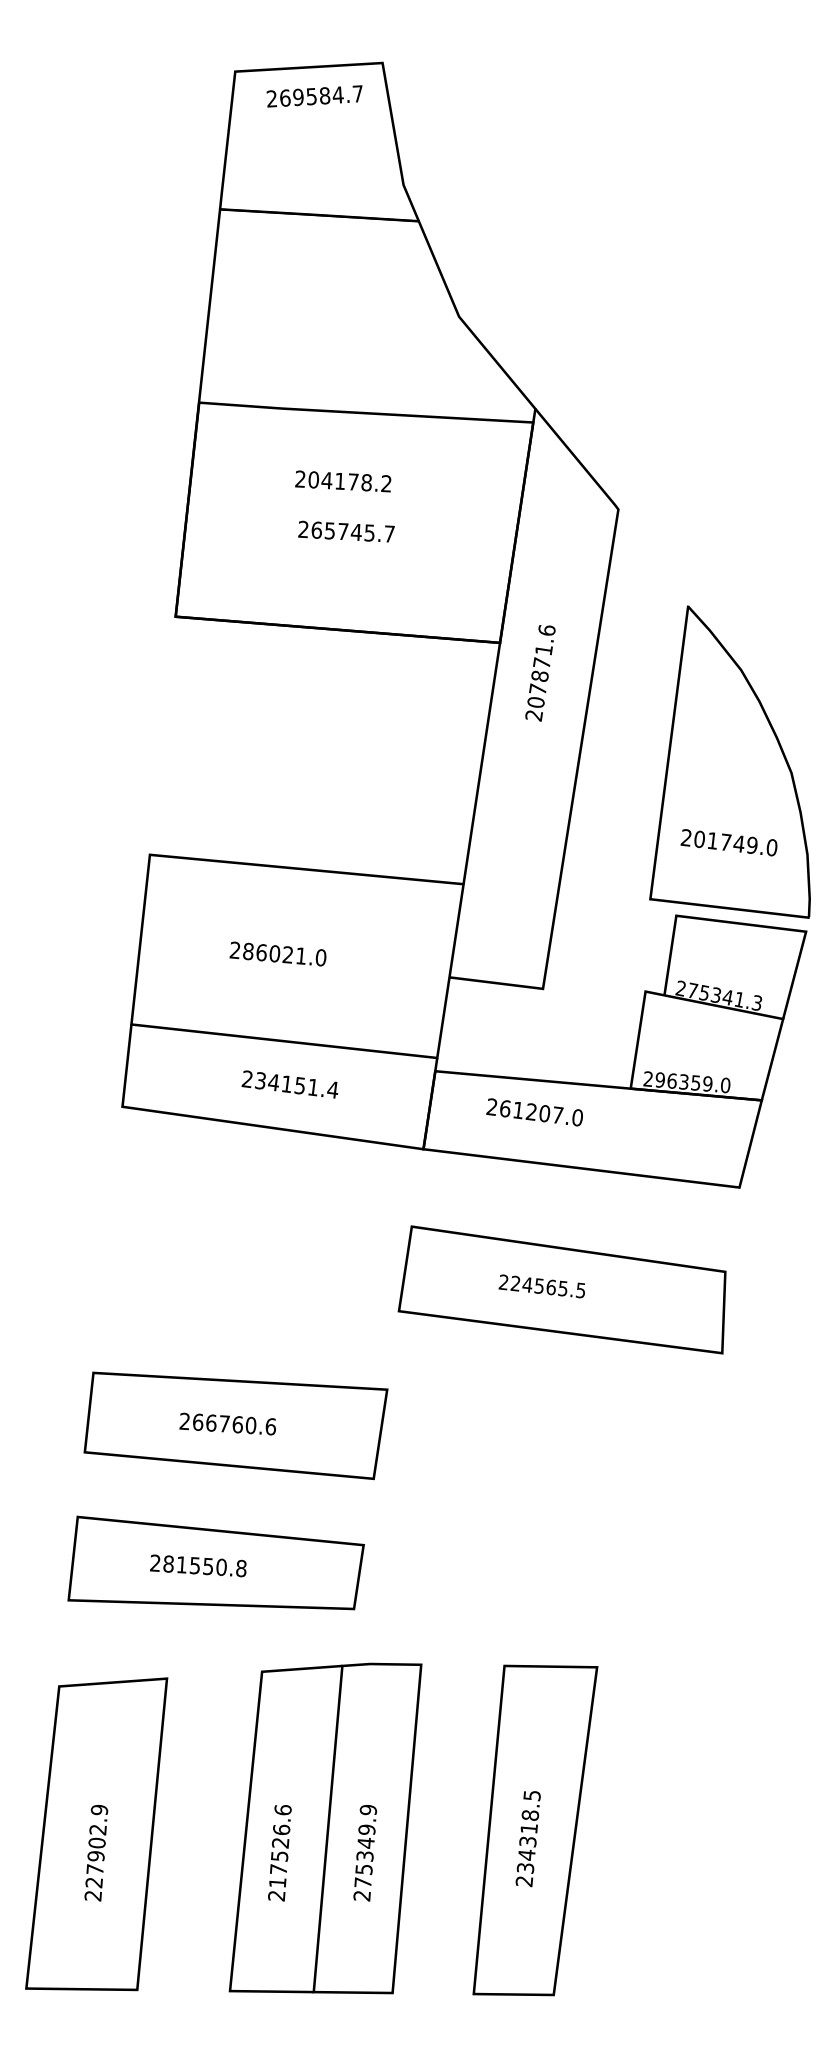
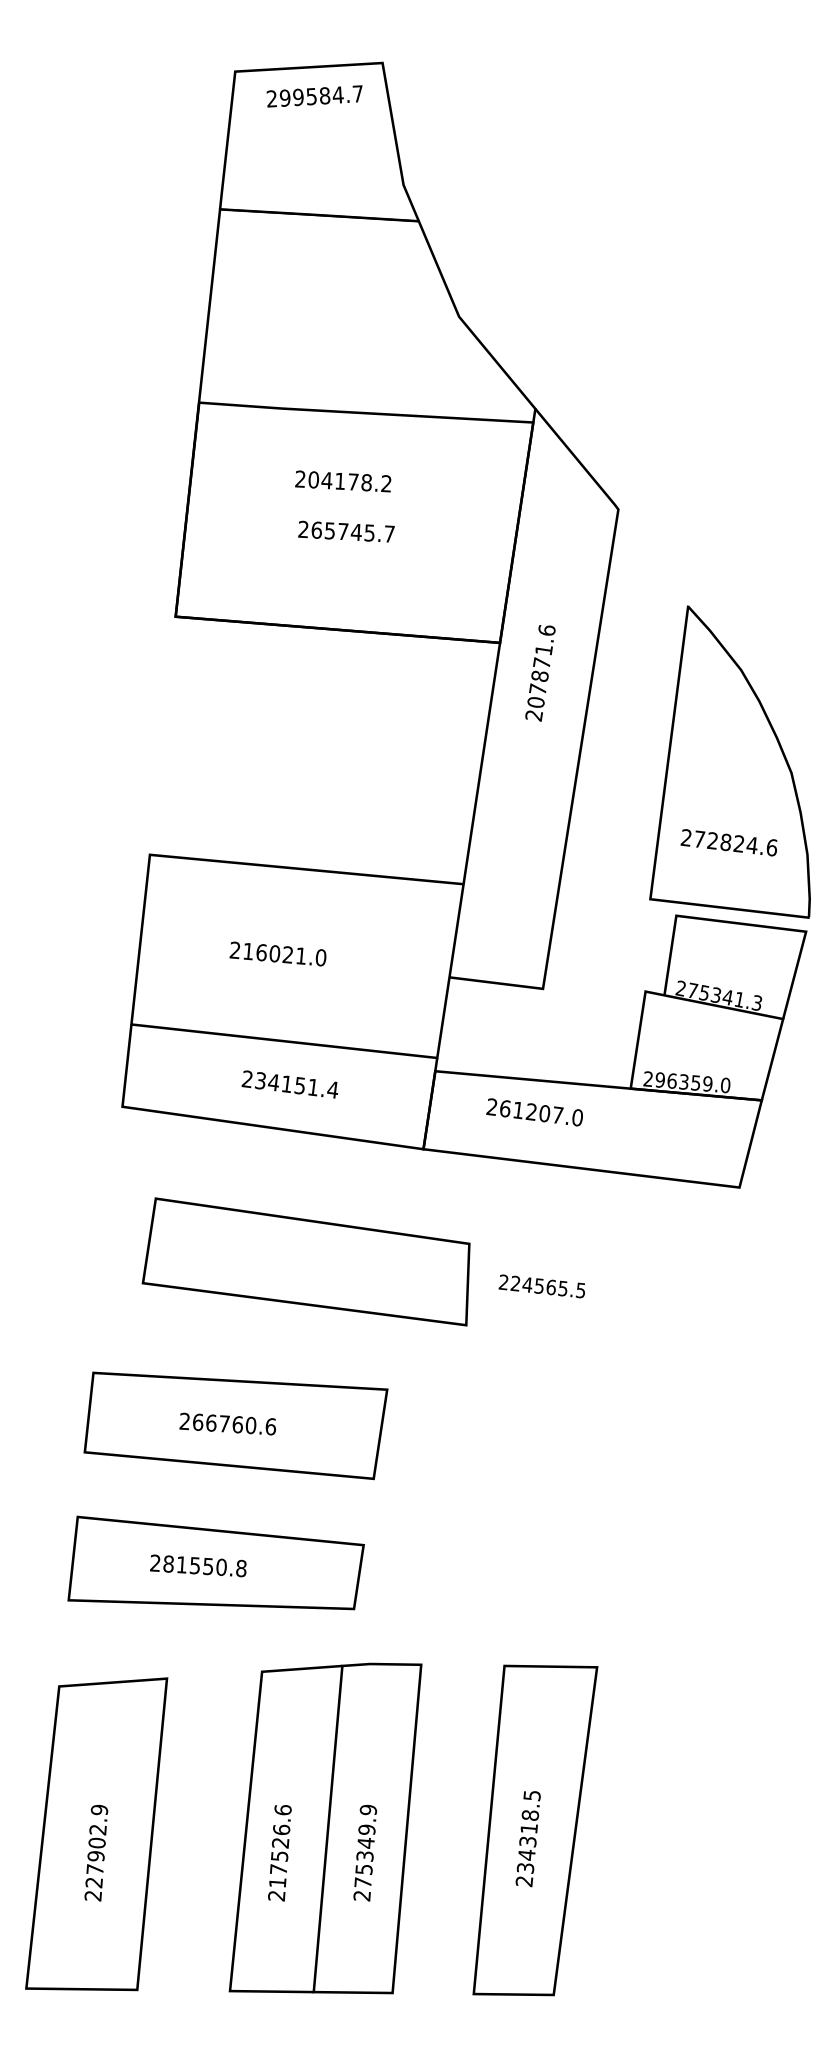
text at (284, 97): 269584.7 -> 299584.7
text at (735, 843): 201749.0 -> 272824.6
text at (248, 951): 286021.0 -> 216021.0
part at (561, 1289) position: (561, 1289) -> (305, 1261)
